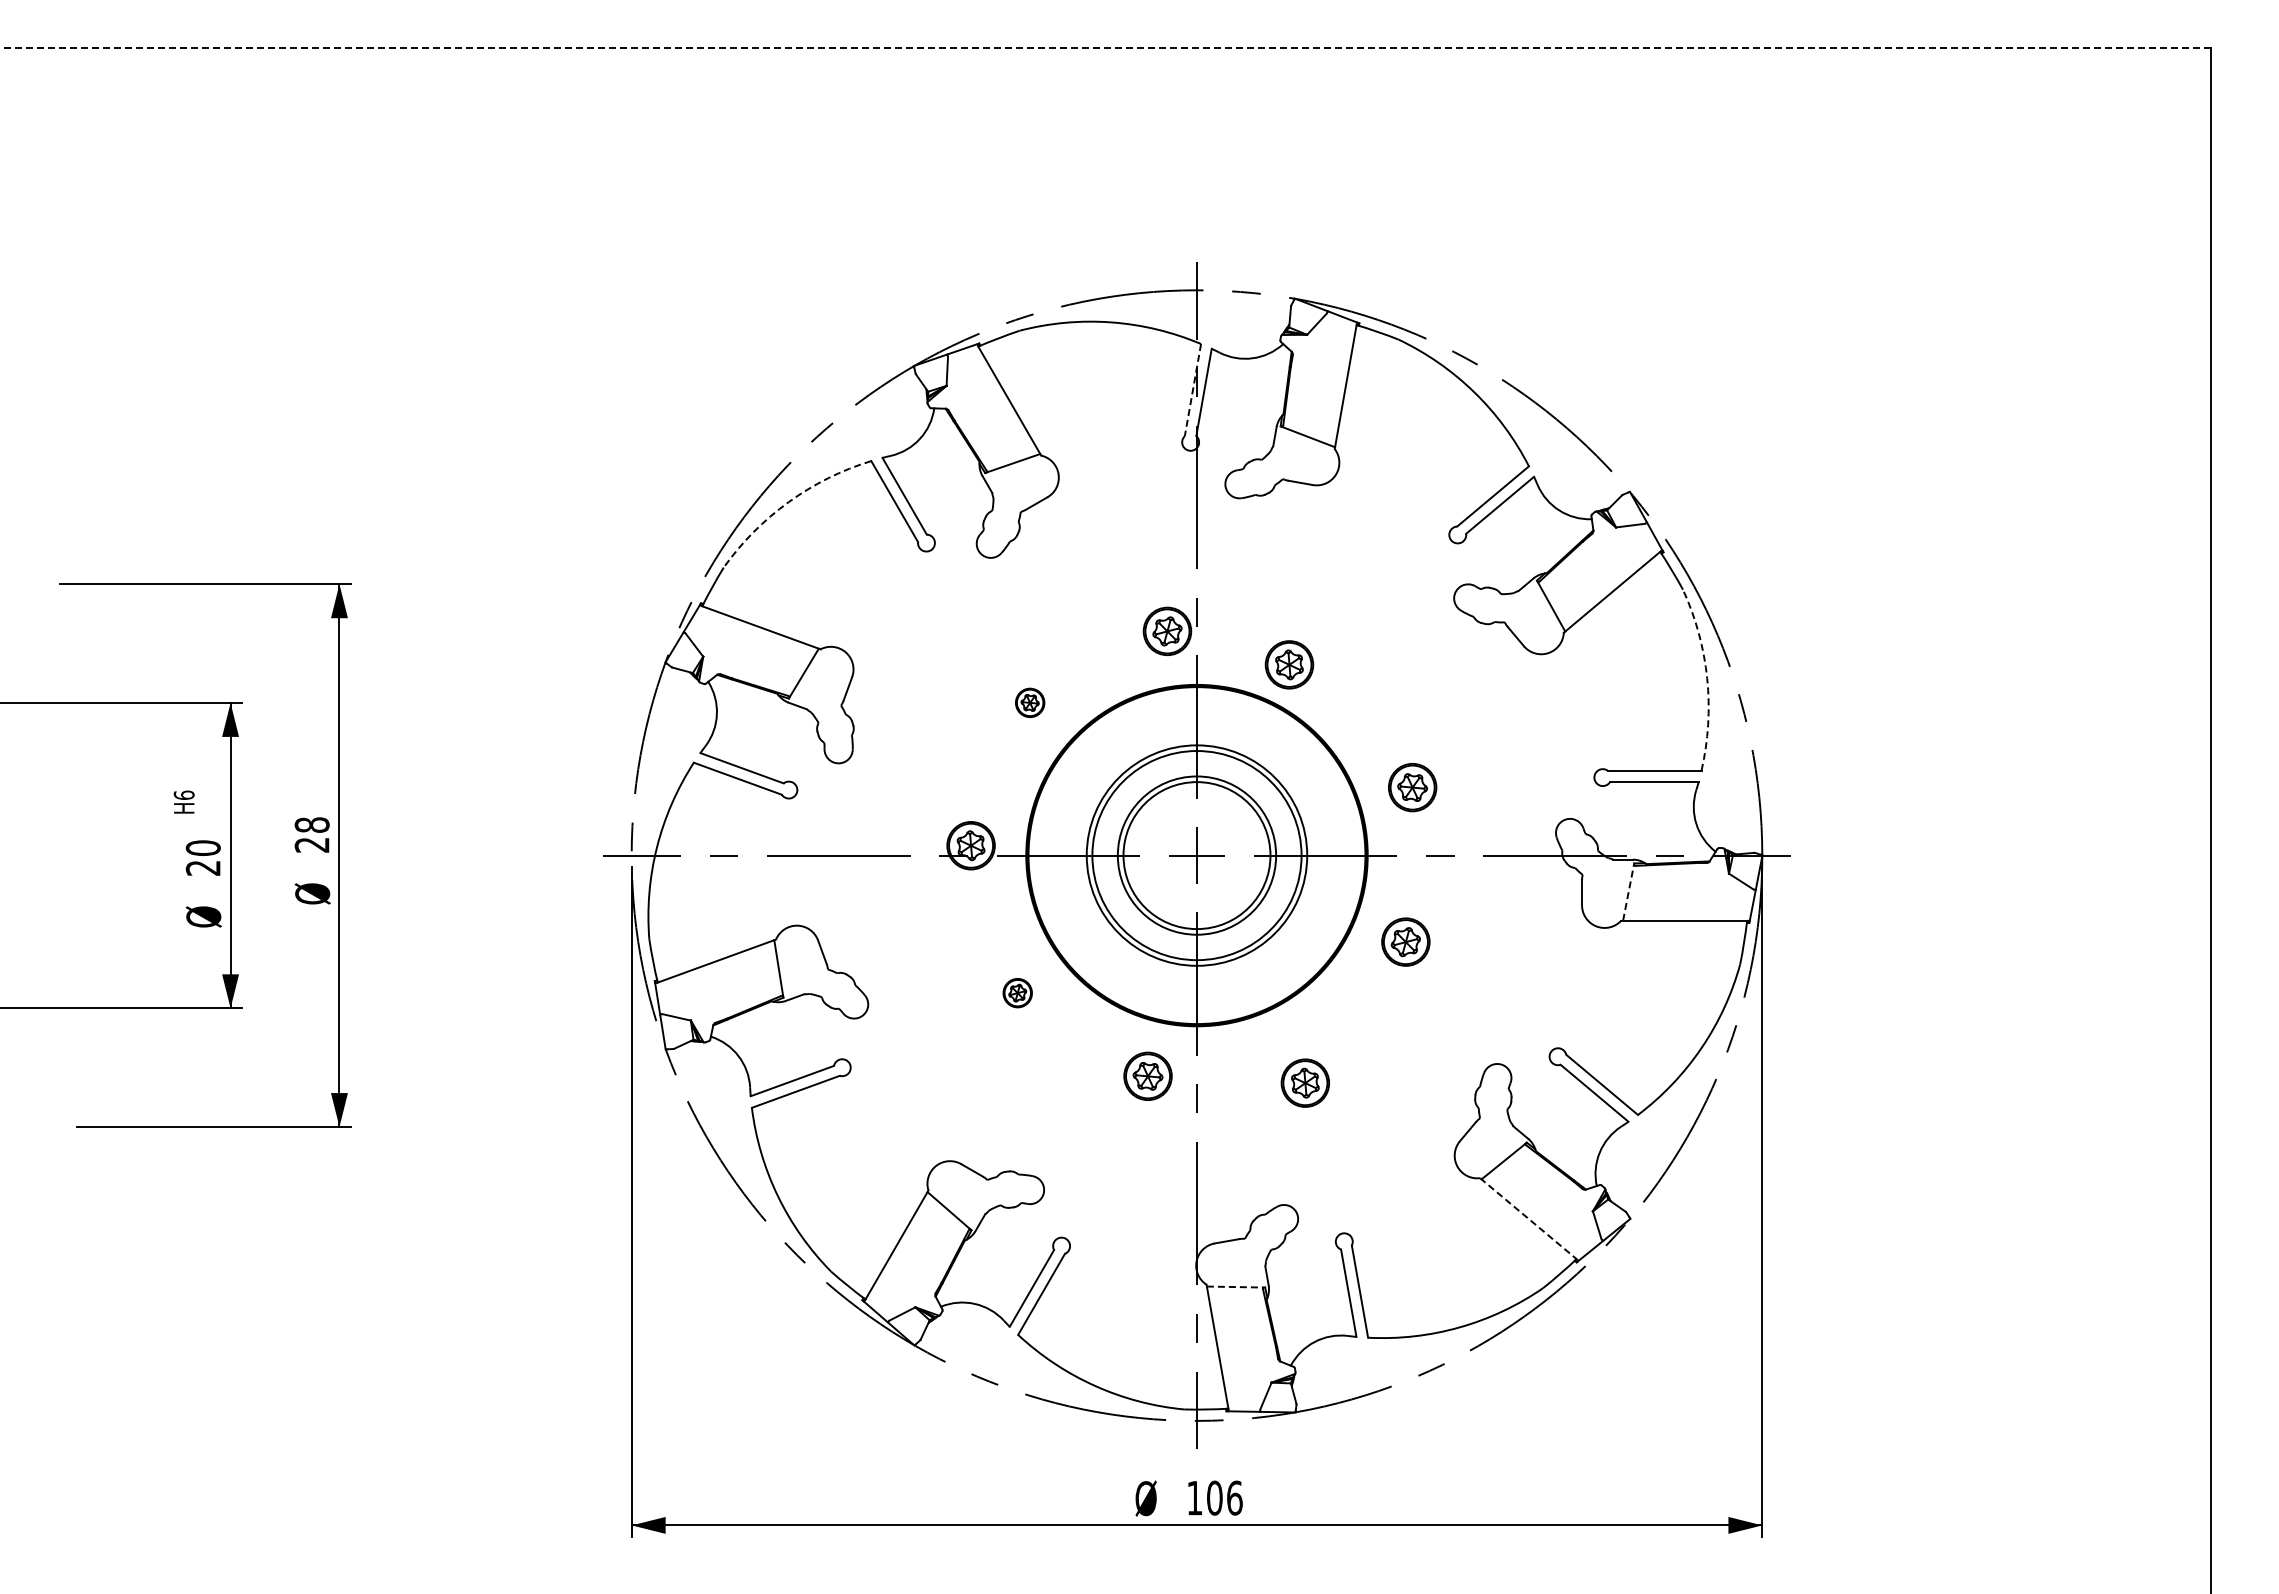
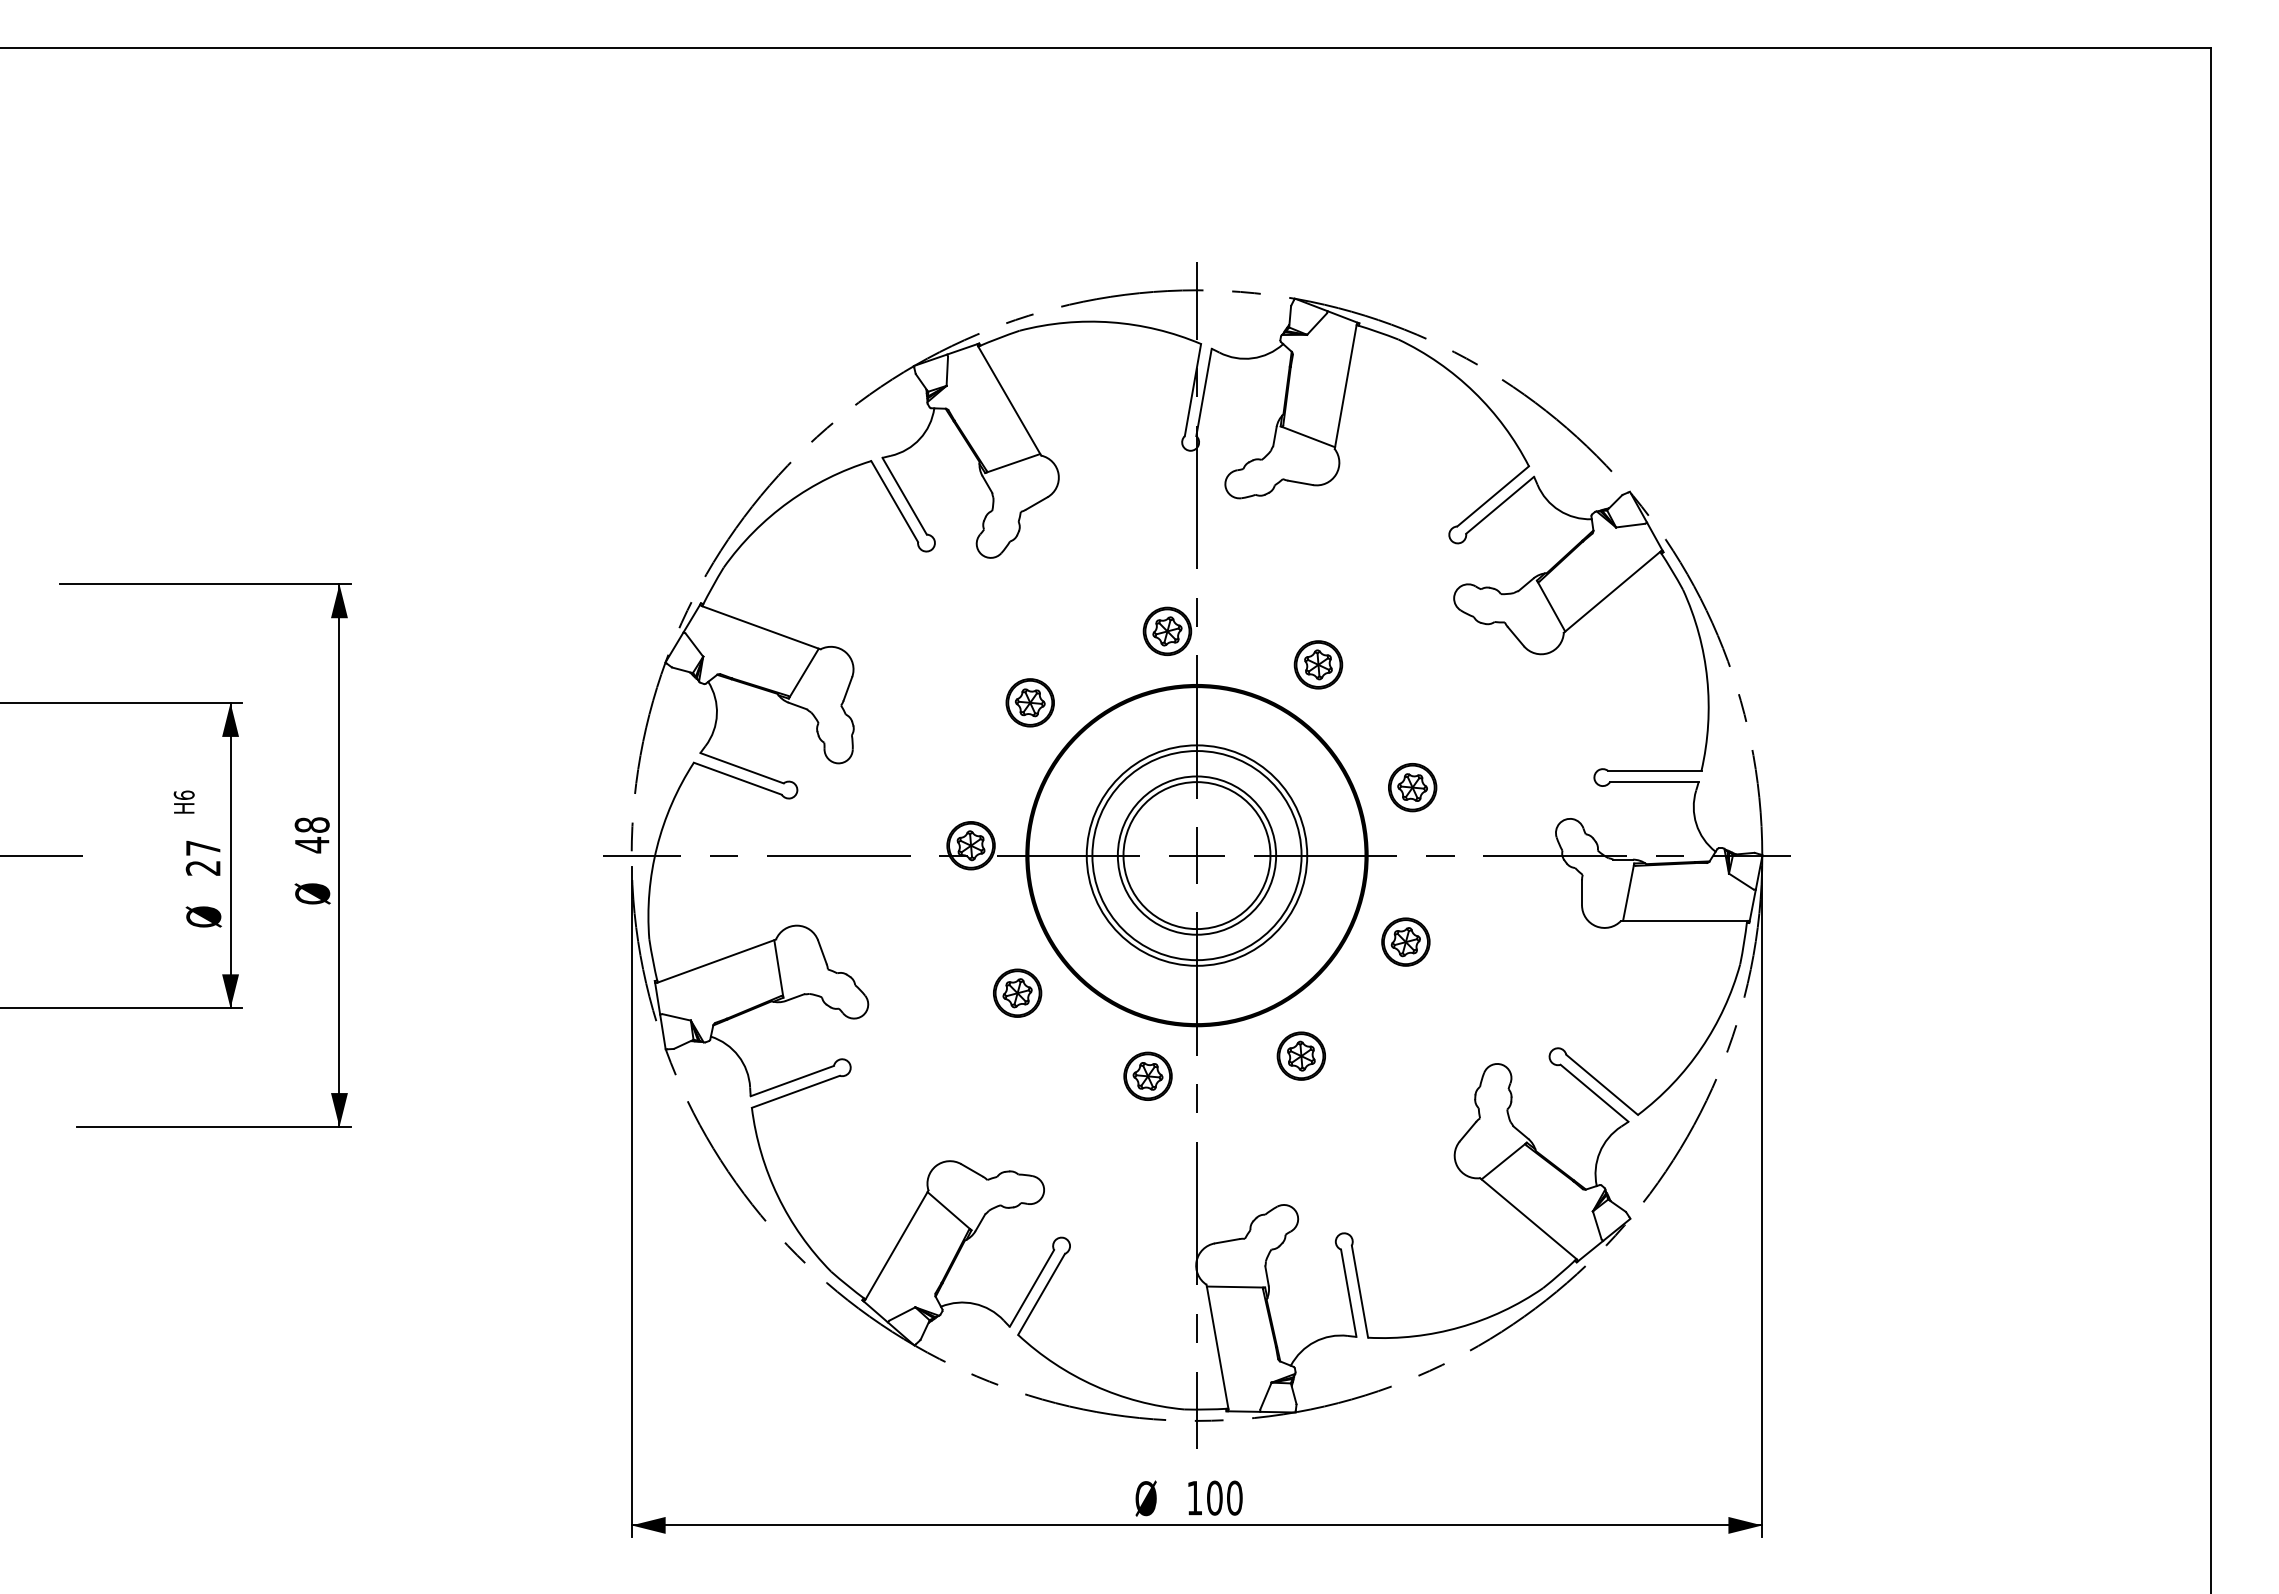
line at (1105, 47): dashed -> solid
line at (1192, 390): dashed -> solid
arc at (788, 502): dashed -> solid
part at (1289, 664) position: (1289, 664) -> (1318, 664)
arc at (1707, 678): dashed -> solid
part at (1030, 702) size: 31x31 px -> 50x50 px
text at (311, 844): 28 -> 48
text at (202, 847): 20 -> 27
line at (45, 855): none -> present
line at (1628, 892): dashed -> solid
part at (1017, 993) size: 31x31 px -> 50x50 px
part at (1304, 1082) position: (1304, 1082) -> (1300, 1055)
line at (1528, 1218): dashed -> solid
line at (1235, 1287): dashed -> solid
text at (1234, 1497): 106 -> 100
